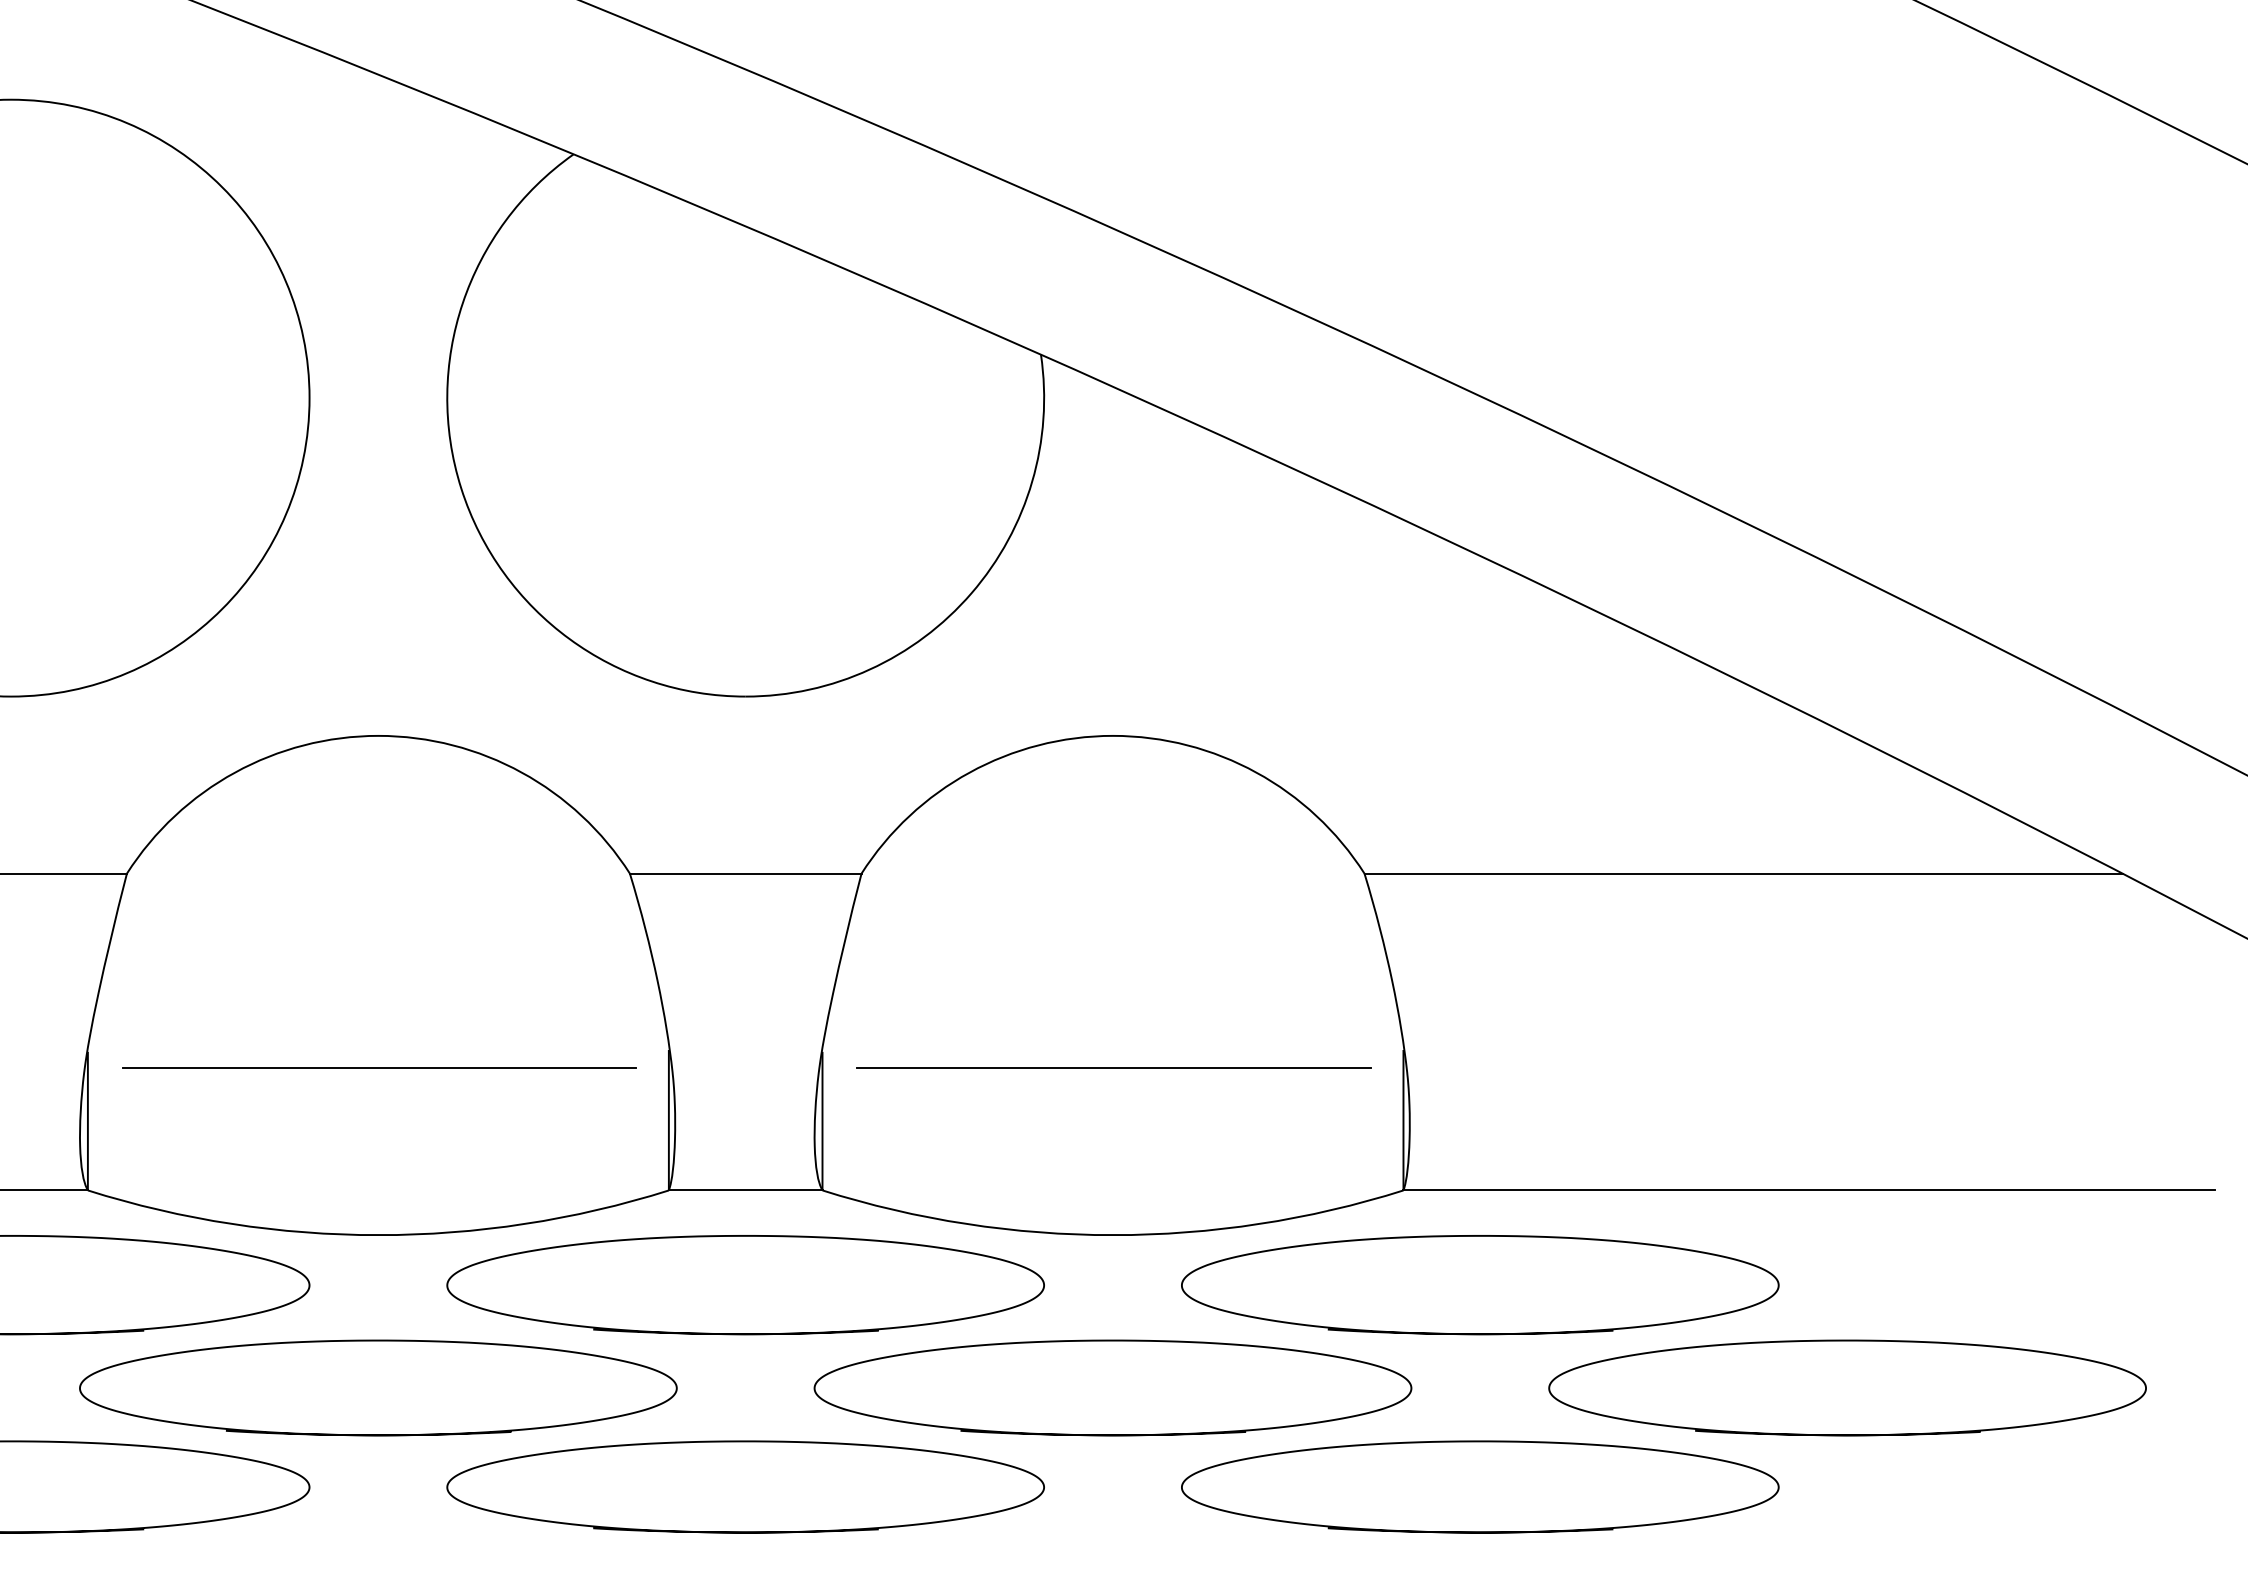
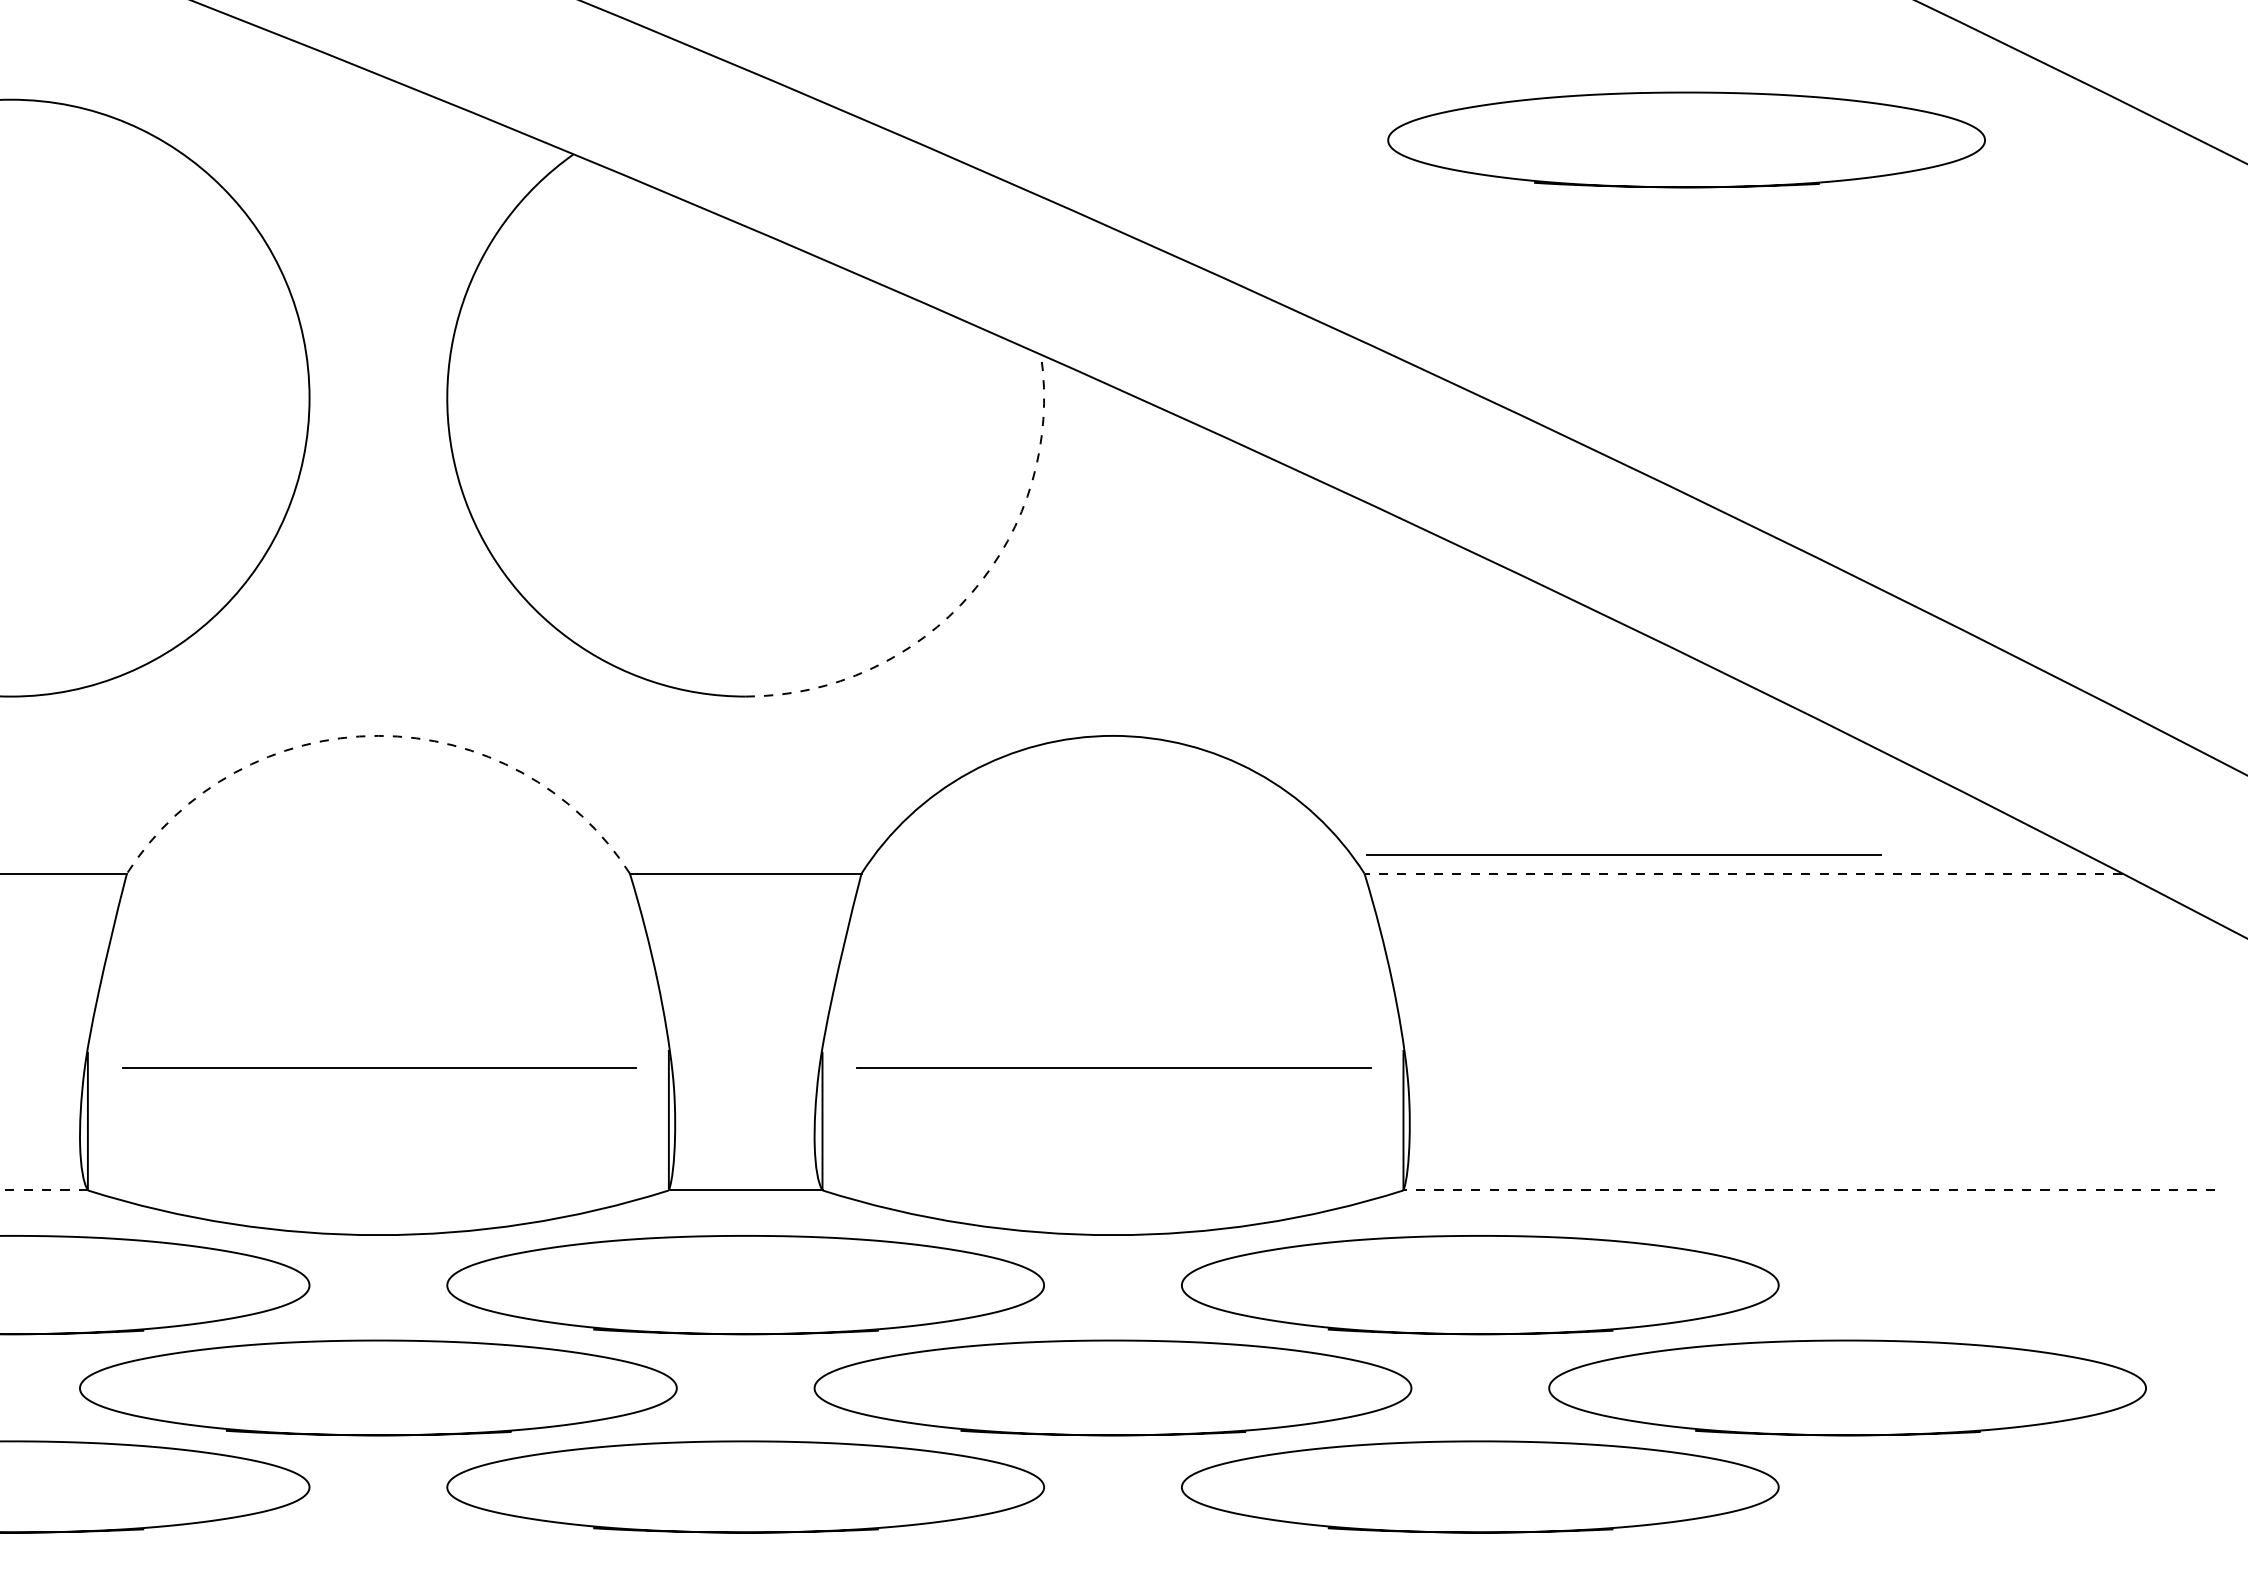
part at (1686, 139): none -> present
arc at (971, 593): solid -> dashed
arc at (378, 735): solid -> dashed
line at (1623, 854): none -> present
line at (1743, 873): solid -> dashed
line at (44, 1190): solid -> dashed
line at (1809, 1190): solid -> dashed
